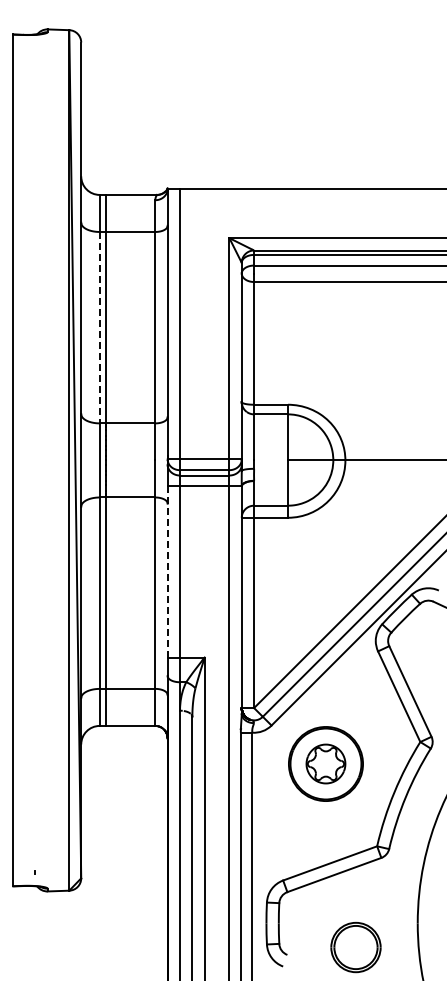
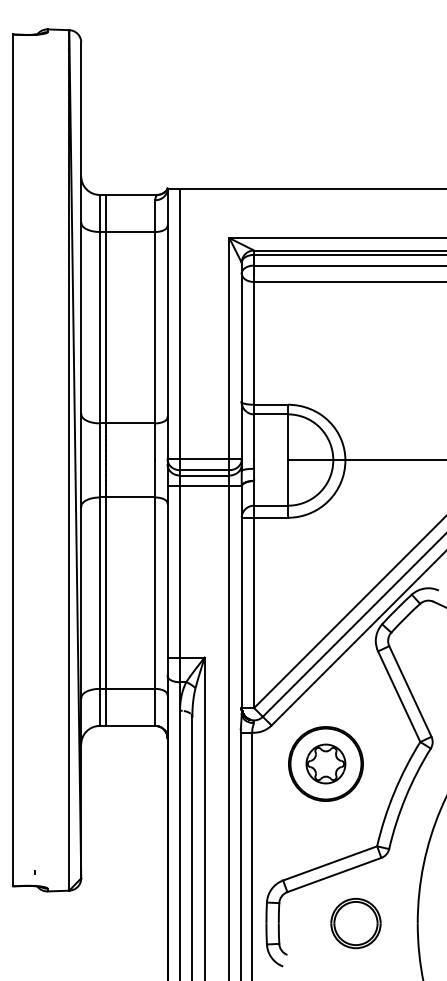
line at (99, 327): dashed -> solid
line at (167, 571): dashed -> solid
part at (355, 947) position: (355, 947) -> (355, 923)
